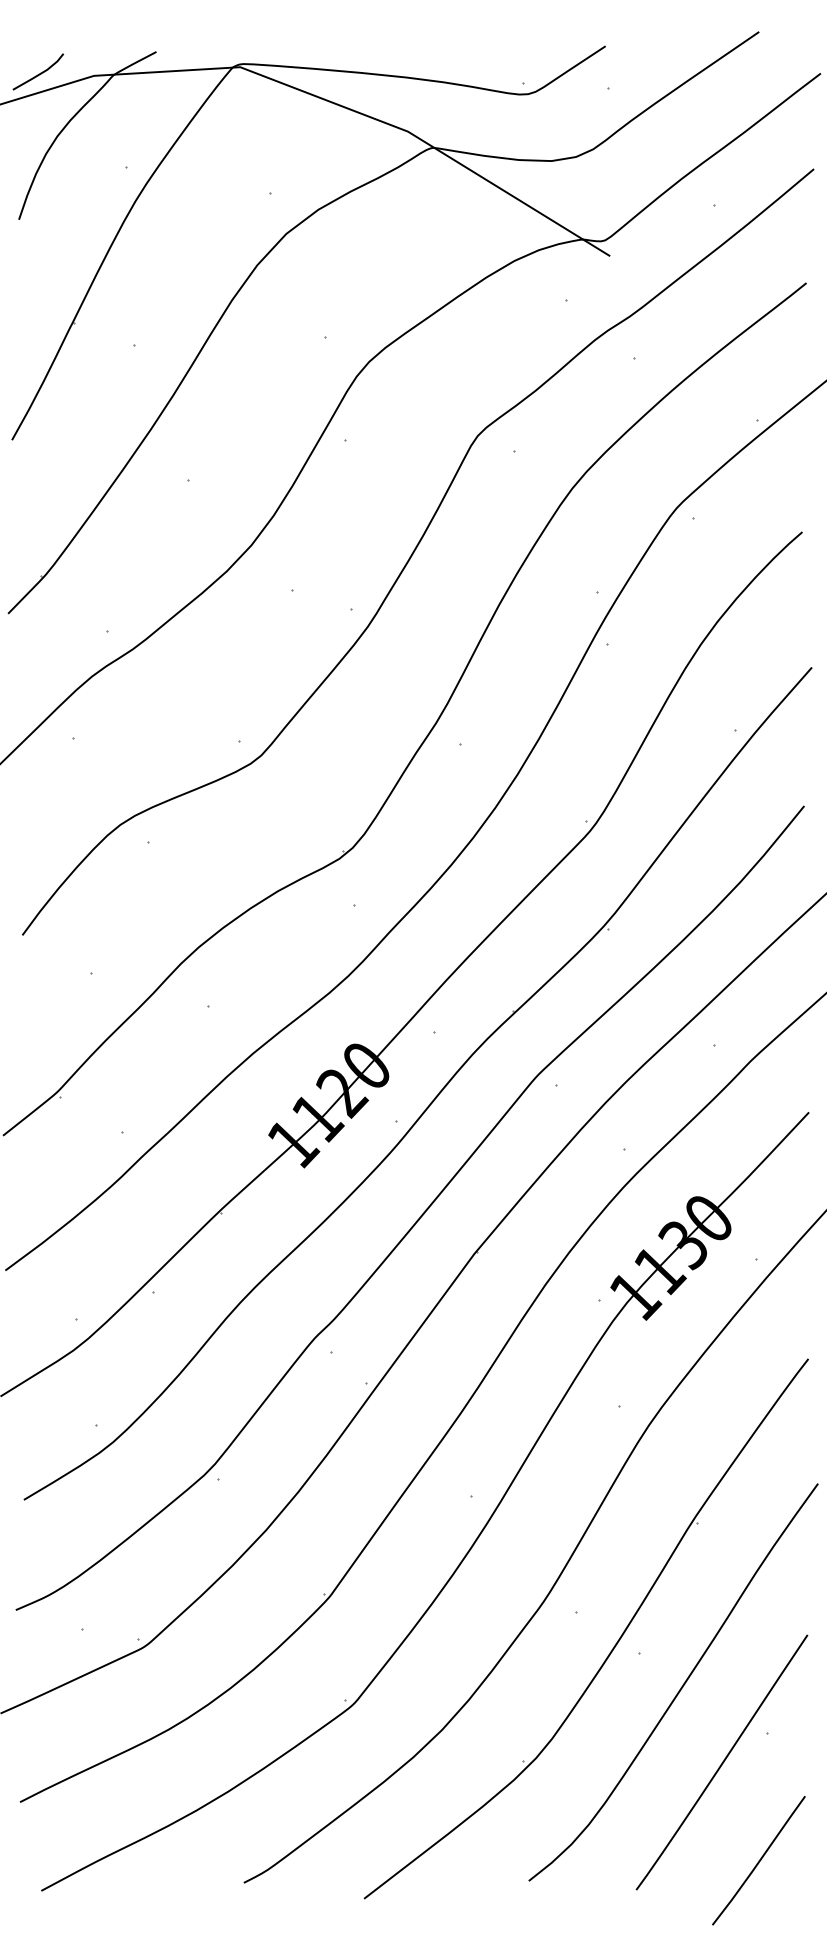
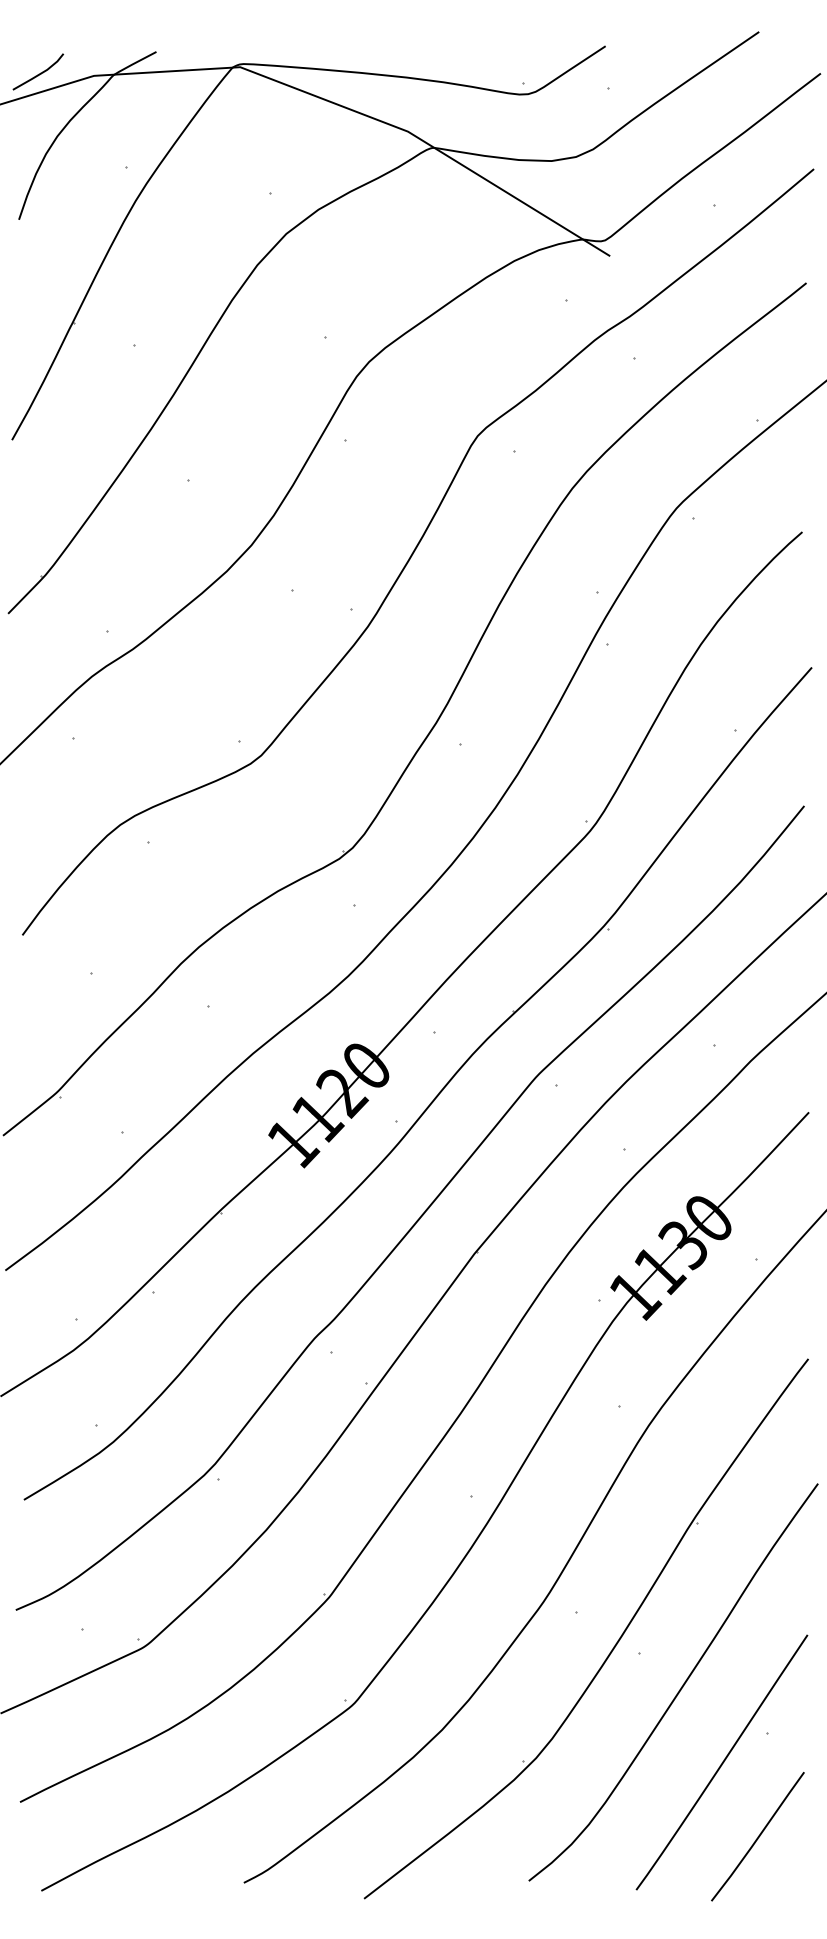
line at (758, 1860) position: (758, 1860) -> (757, 1836)
